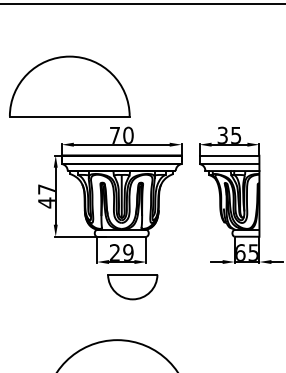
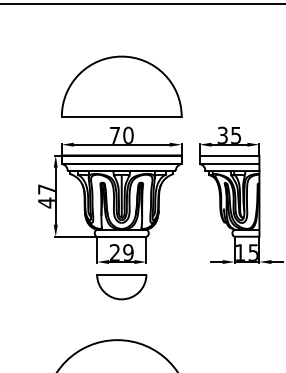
part at (69, 86) position: (69, 86) -> (121, 86)
text at (240, 252): 65 -> 15
part at (132, 287) position: (132, 287) -> (121, 287)
